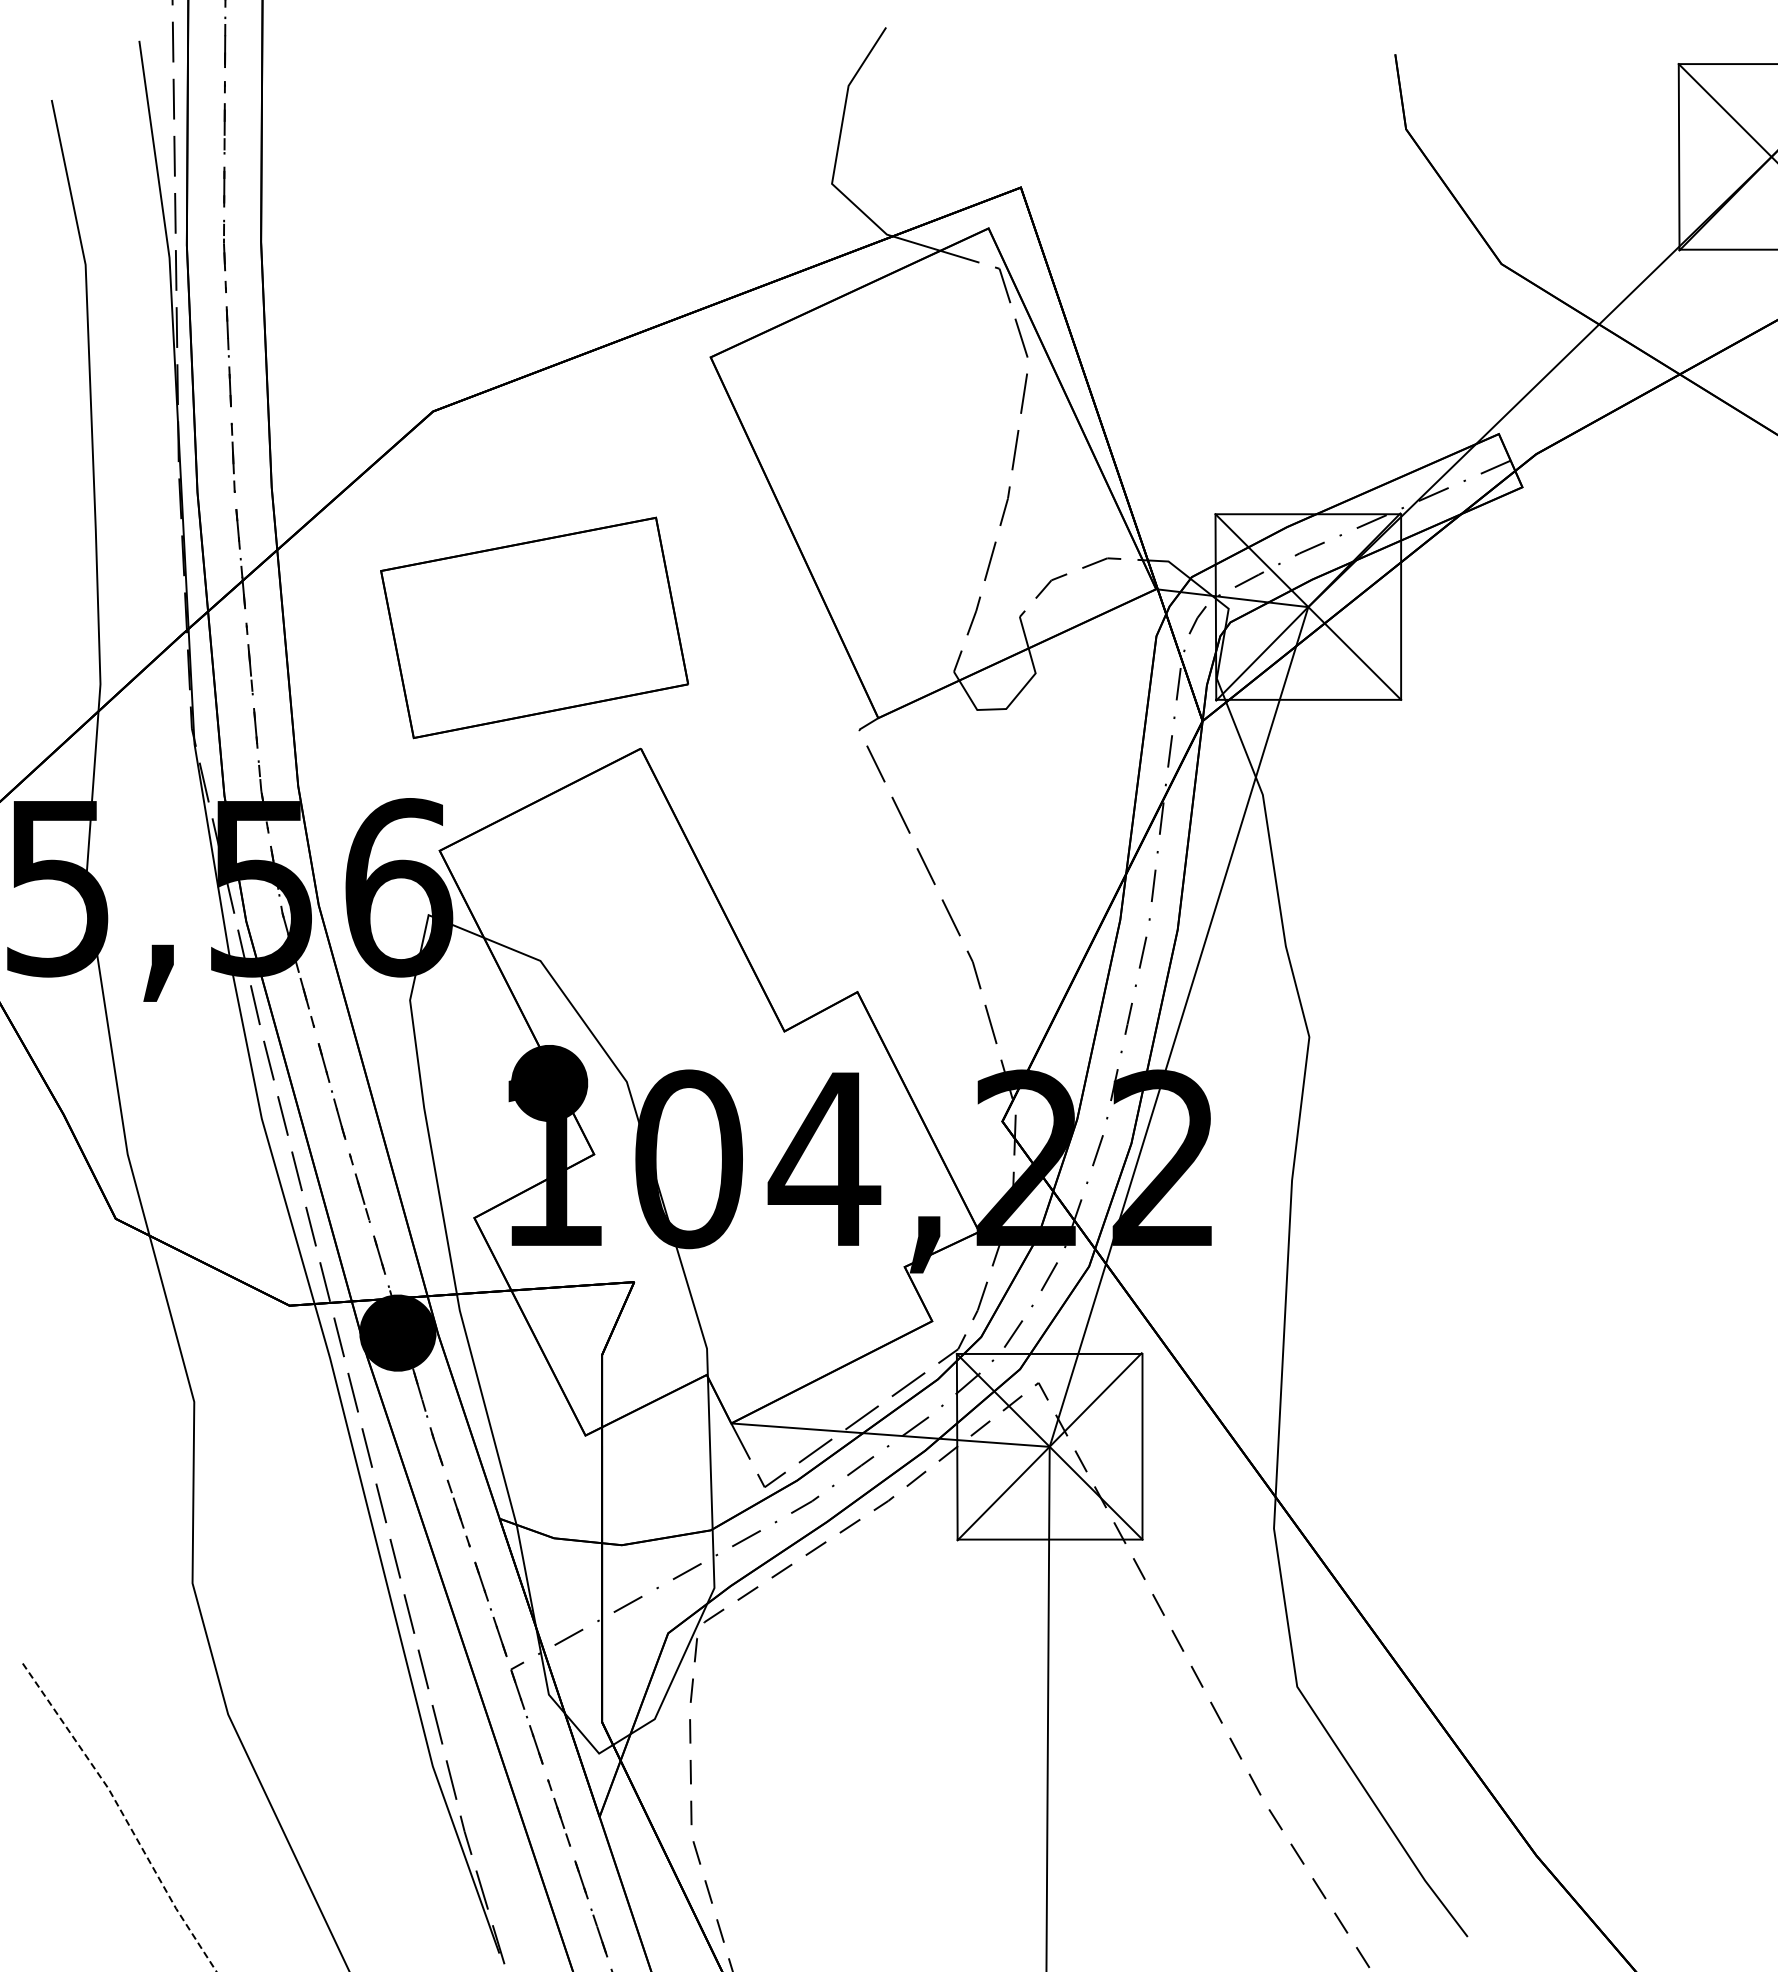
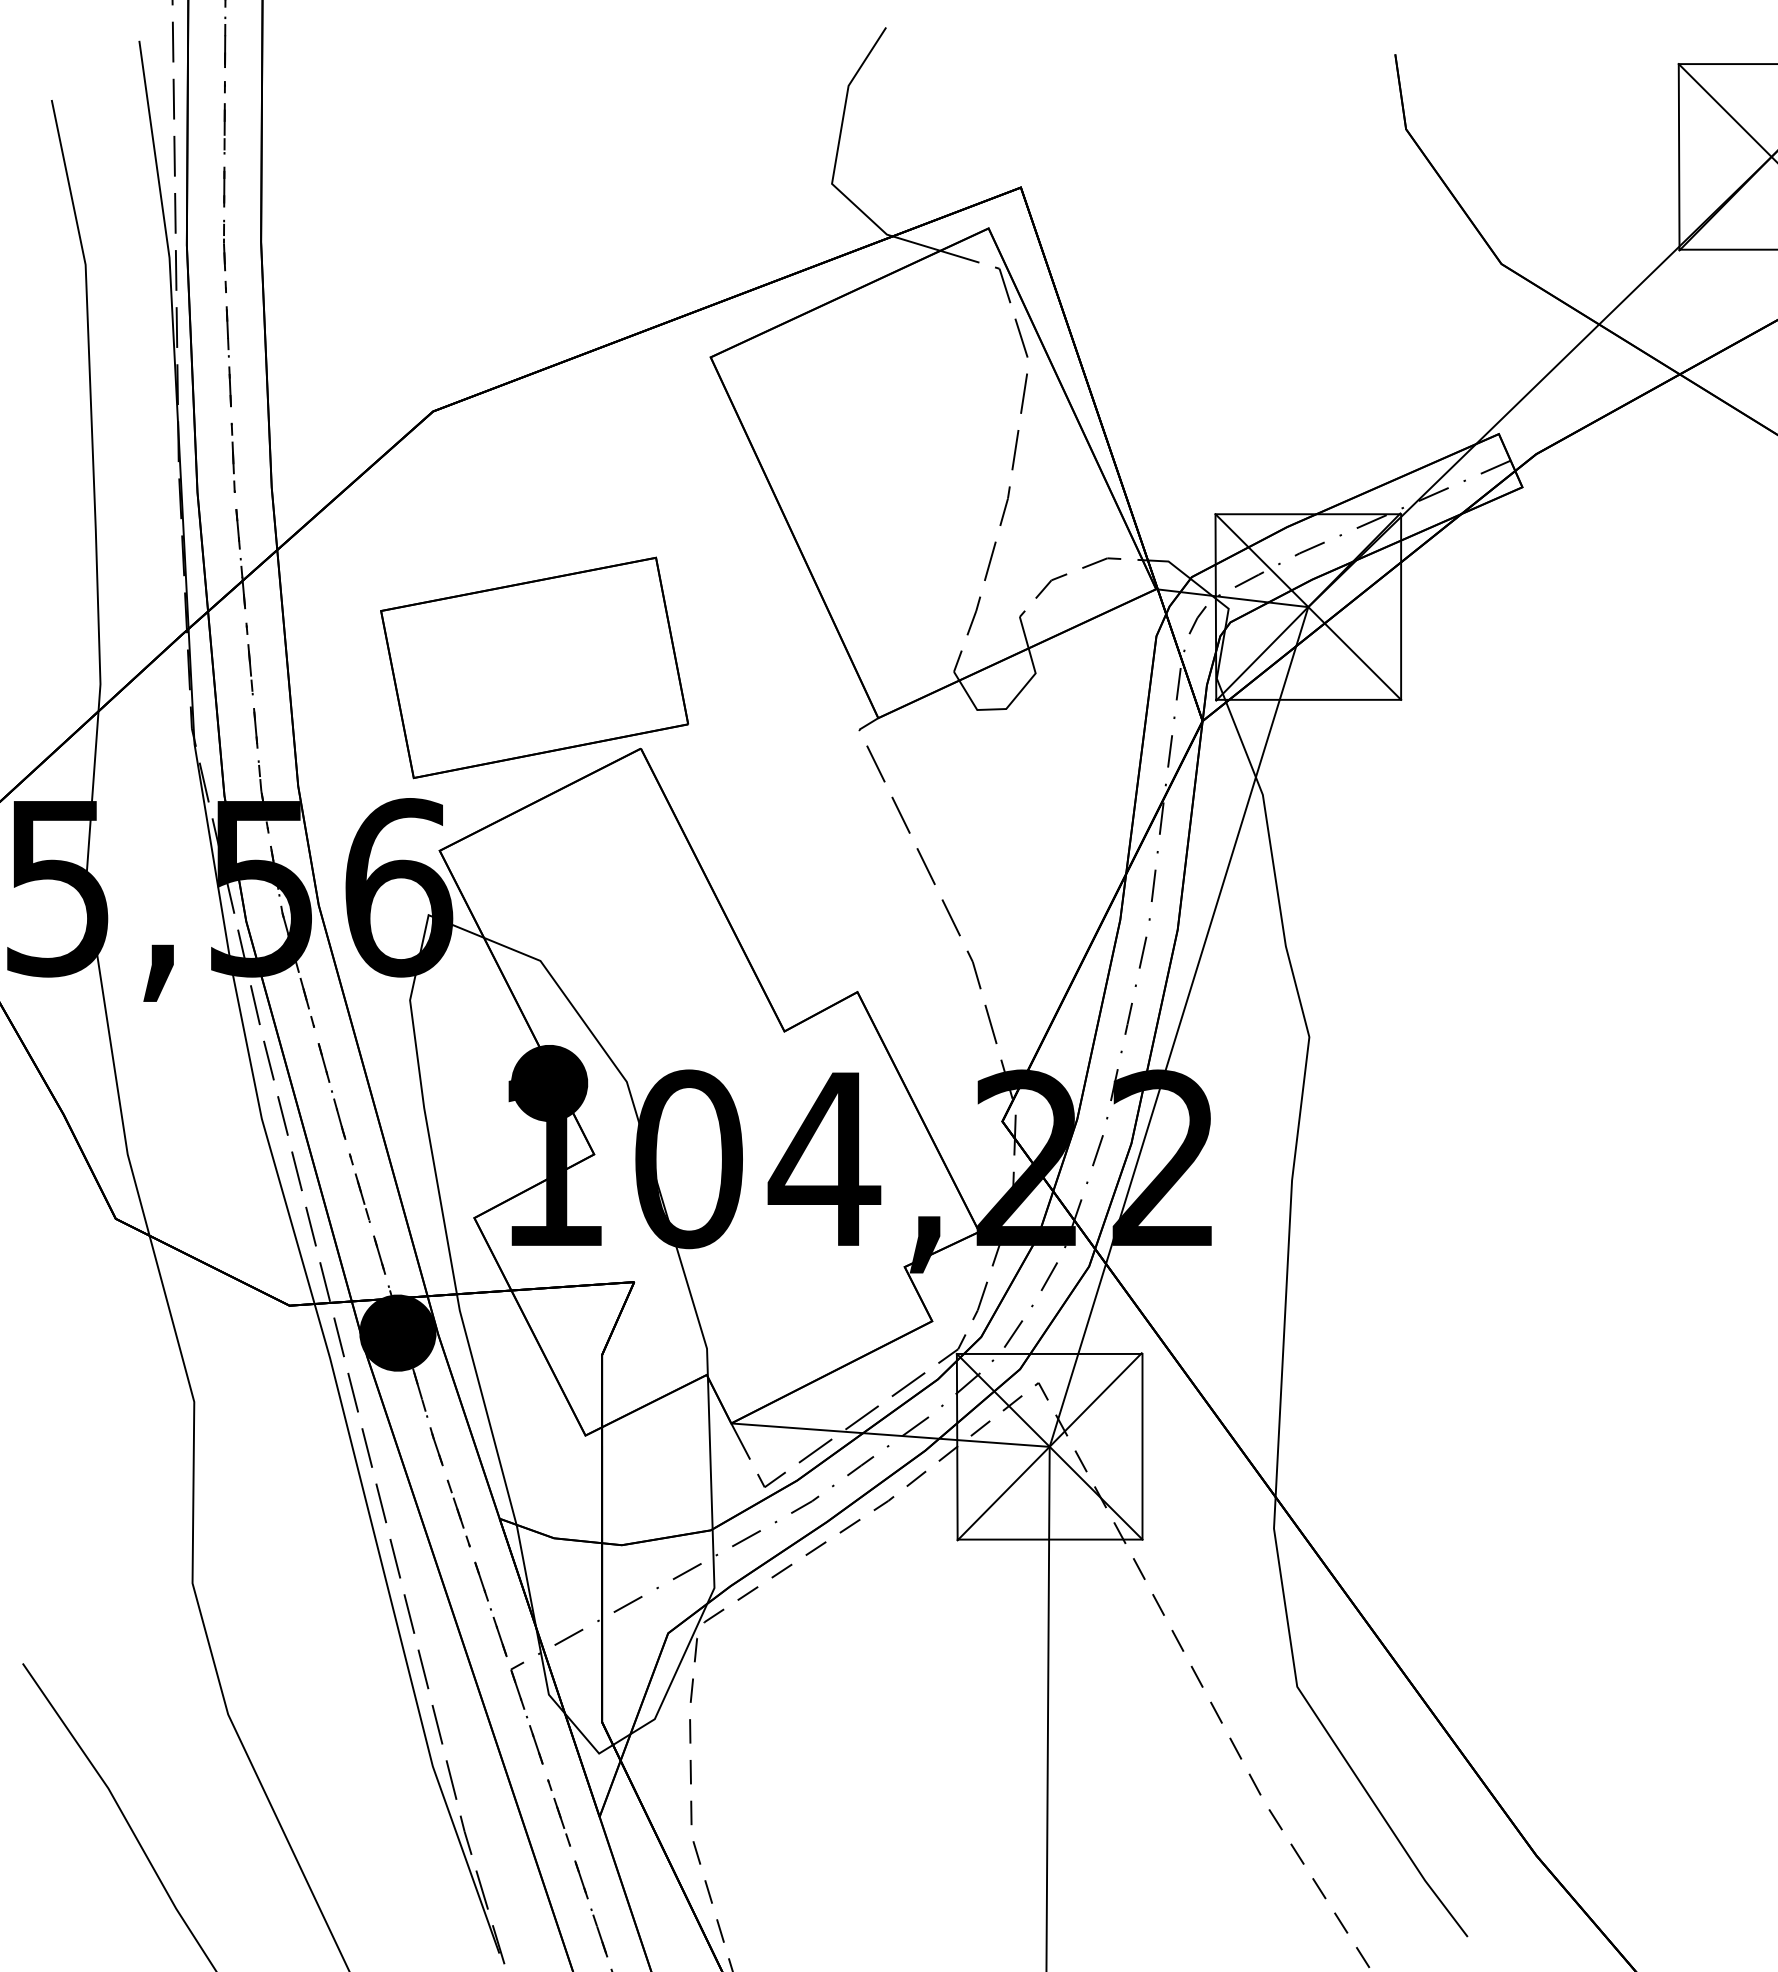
part at (534, 627) position: (534, 627) -> (534, 667)
line at (123, 1815): dashed -> solid
